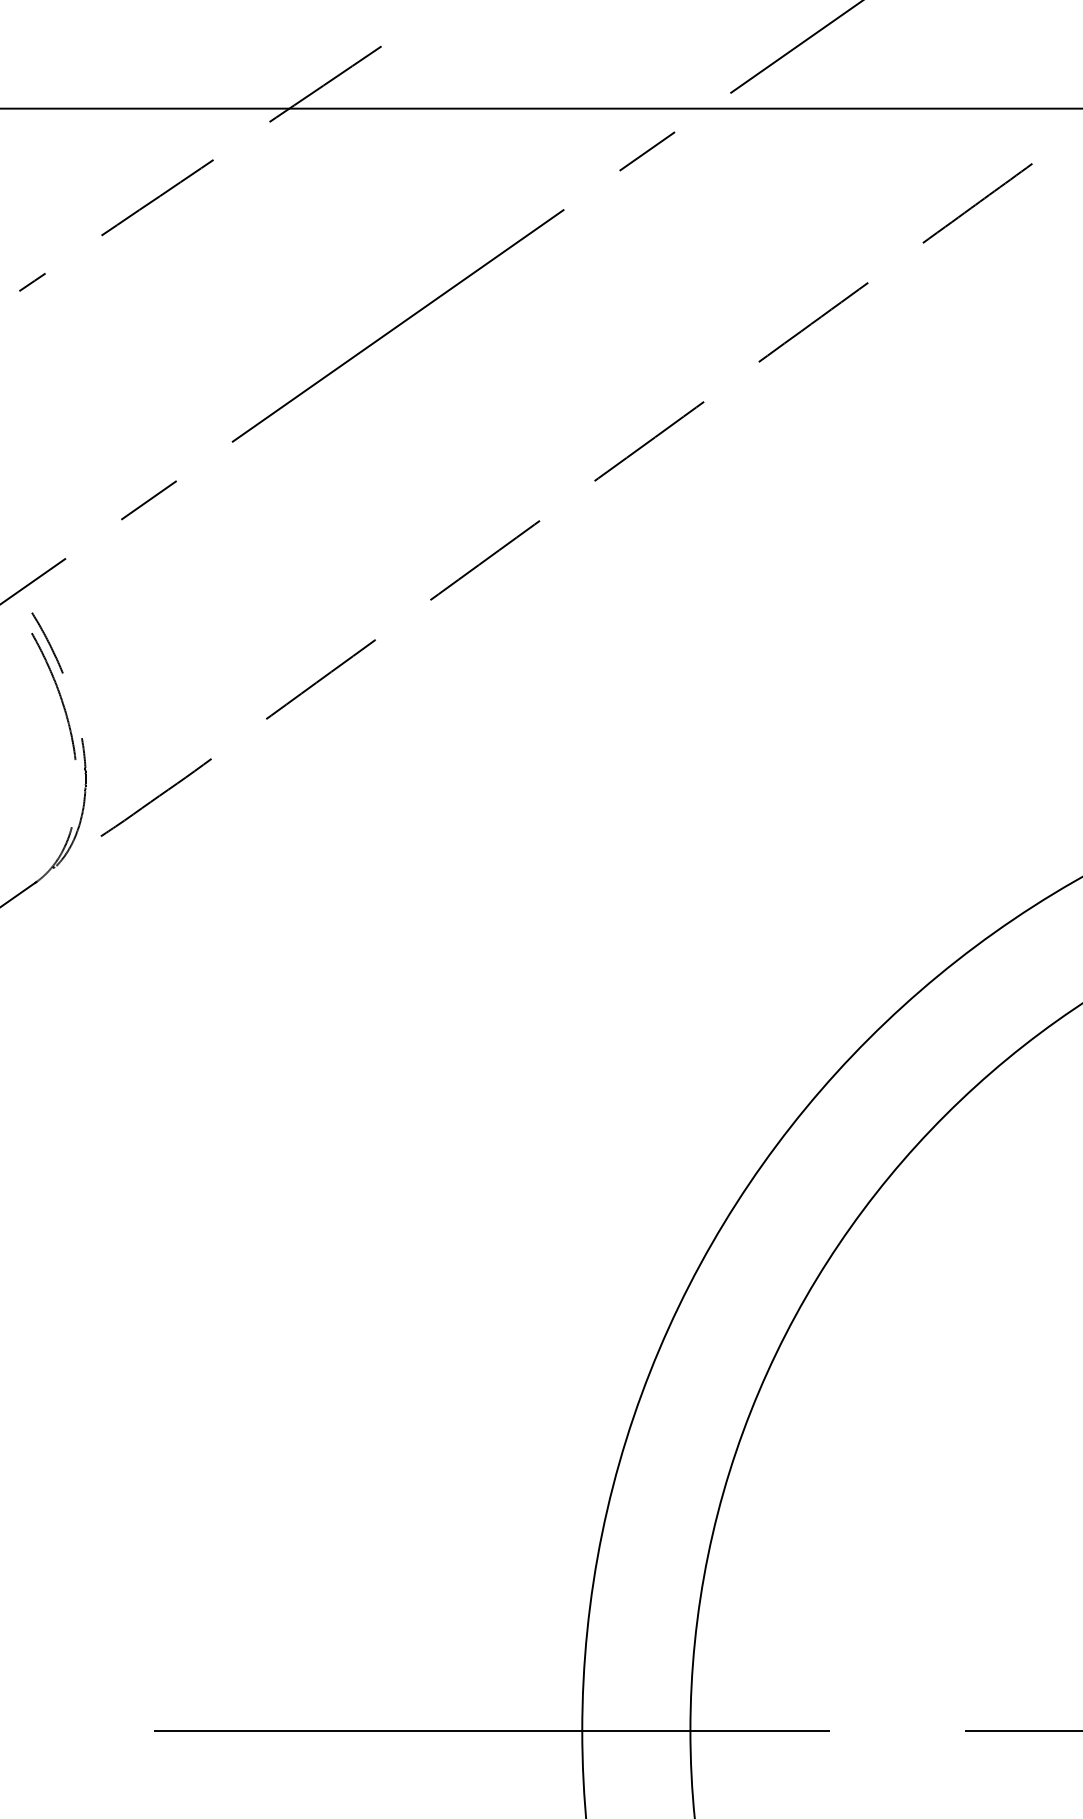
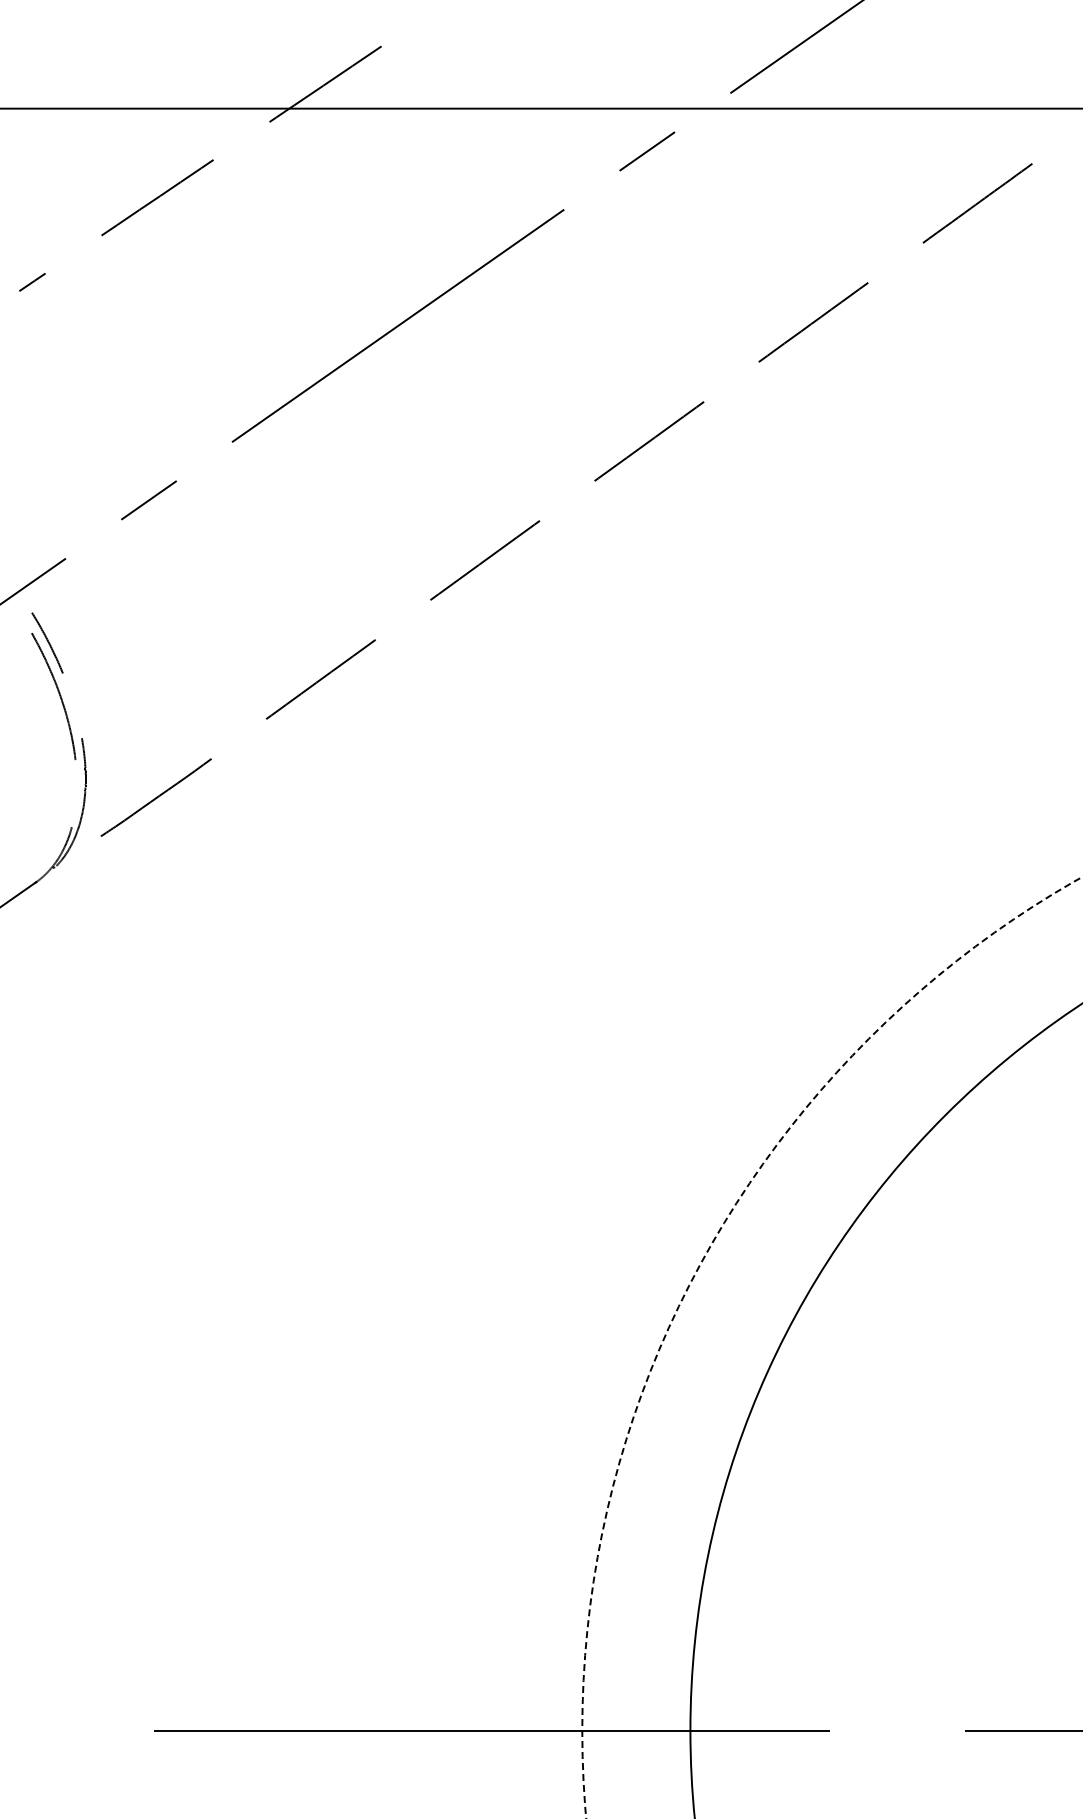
circle at (832, 1347): solid -> dashed
